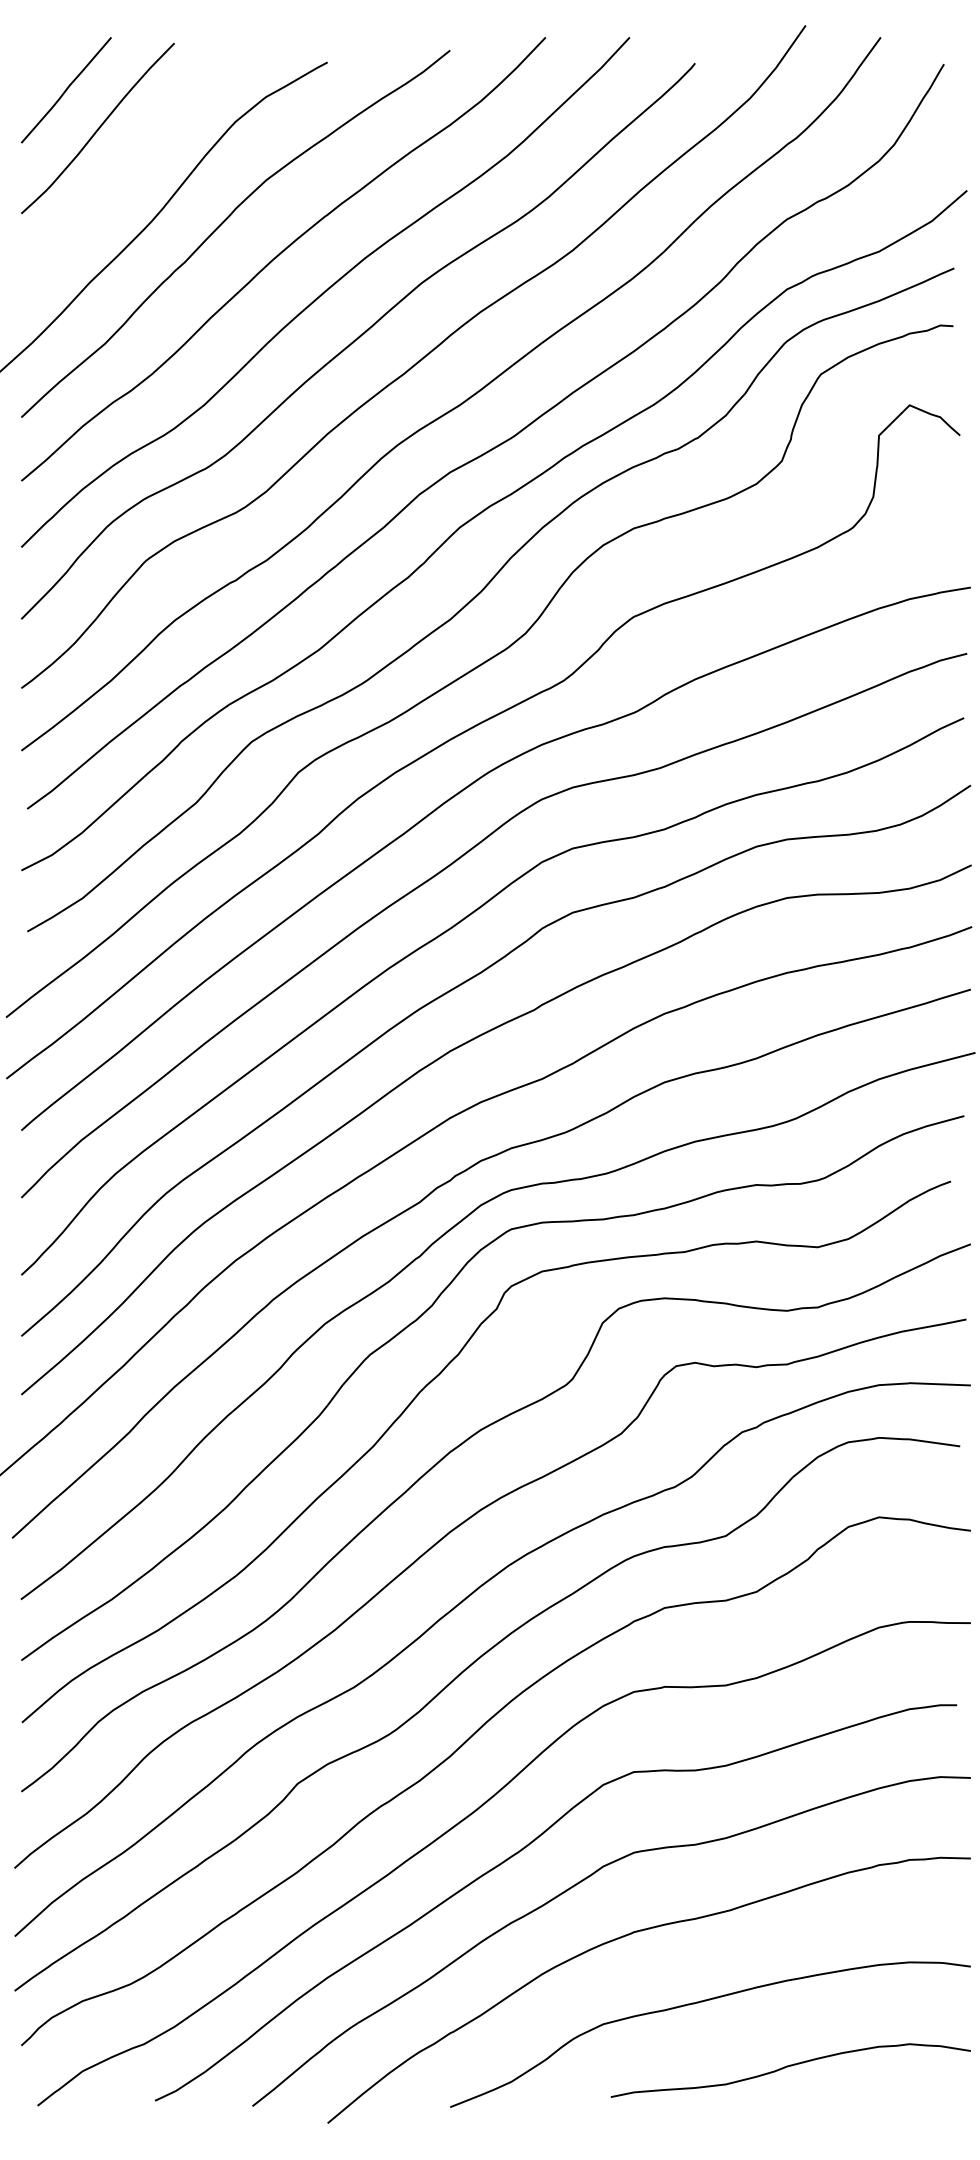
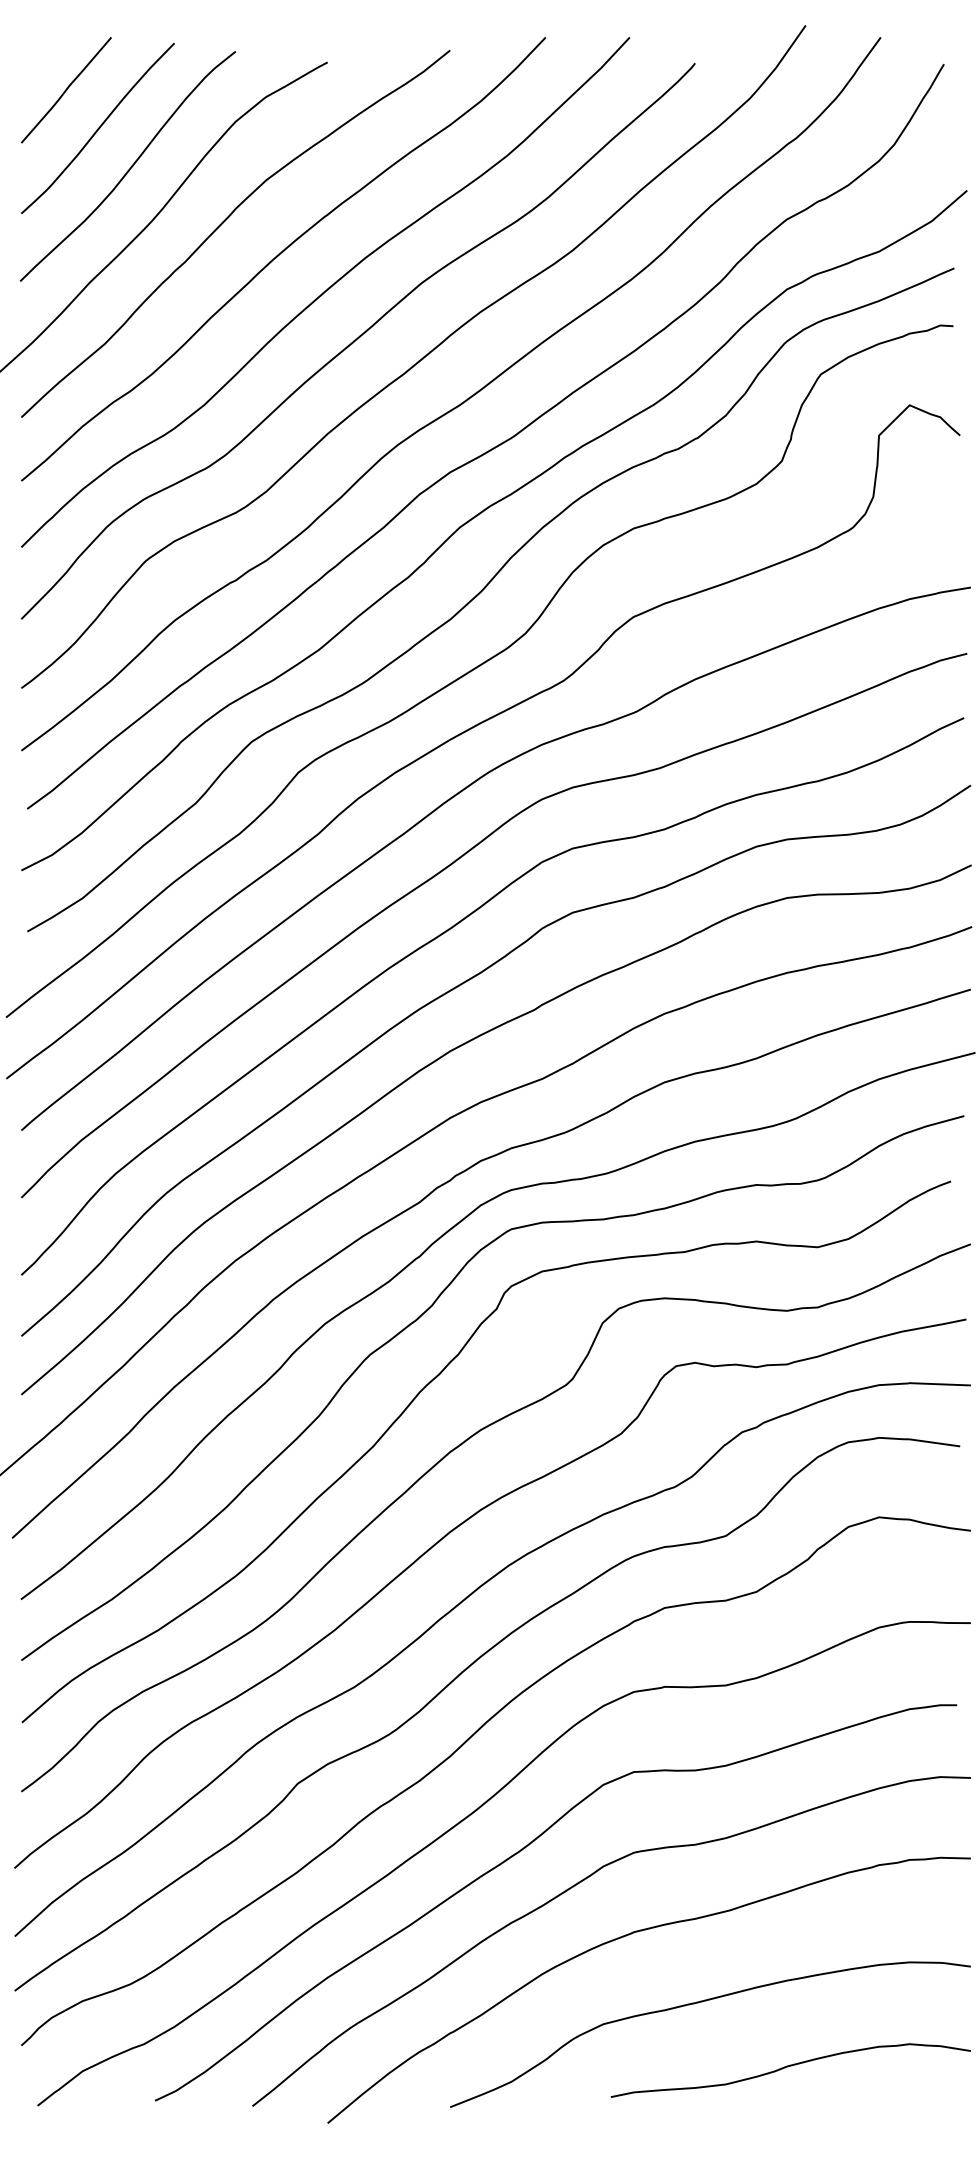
curve at (129, 168): none -> present
